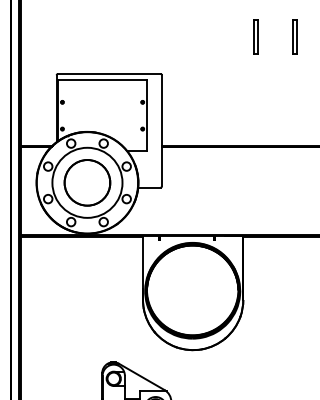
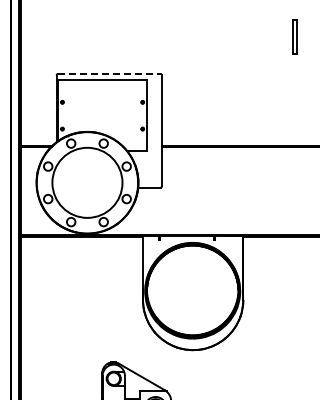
part at (255, 36): present -> none
line at (109, 73): solid -> dashed
part at (87, 182): present -> none
